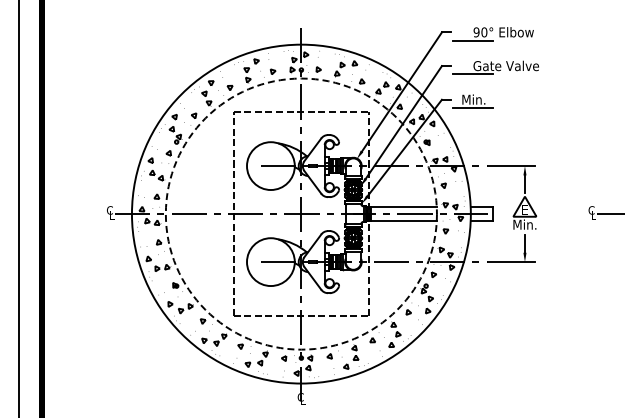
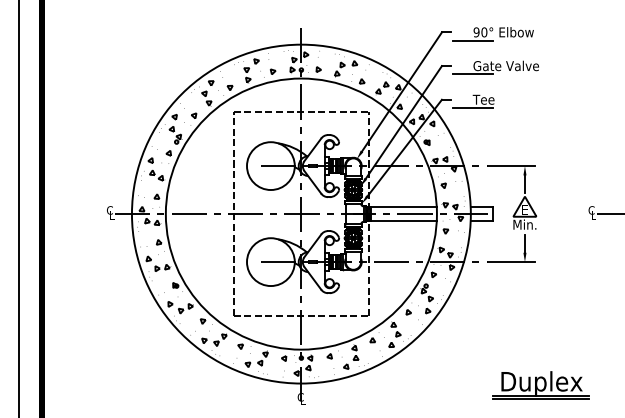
text at (478, 99): Min. -> Tee
circle at (300, 213): dashed -> solid
part at (540, 385): none -> present
